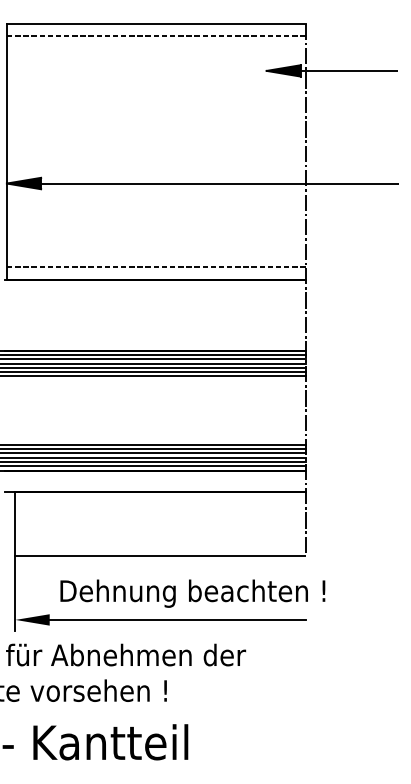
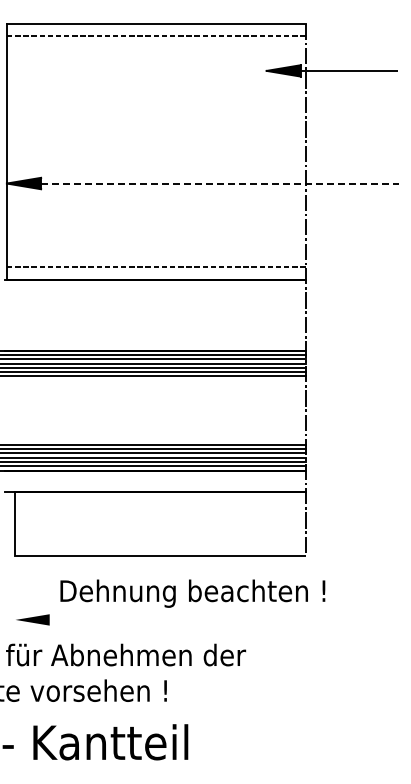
line at (219, 183): solid -> dashed
line at (15, 593): present -> none
line at (177, 619): present -> none
